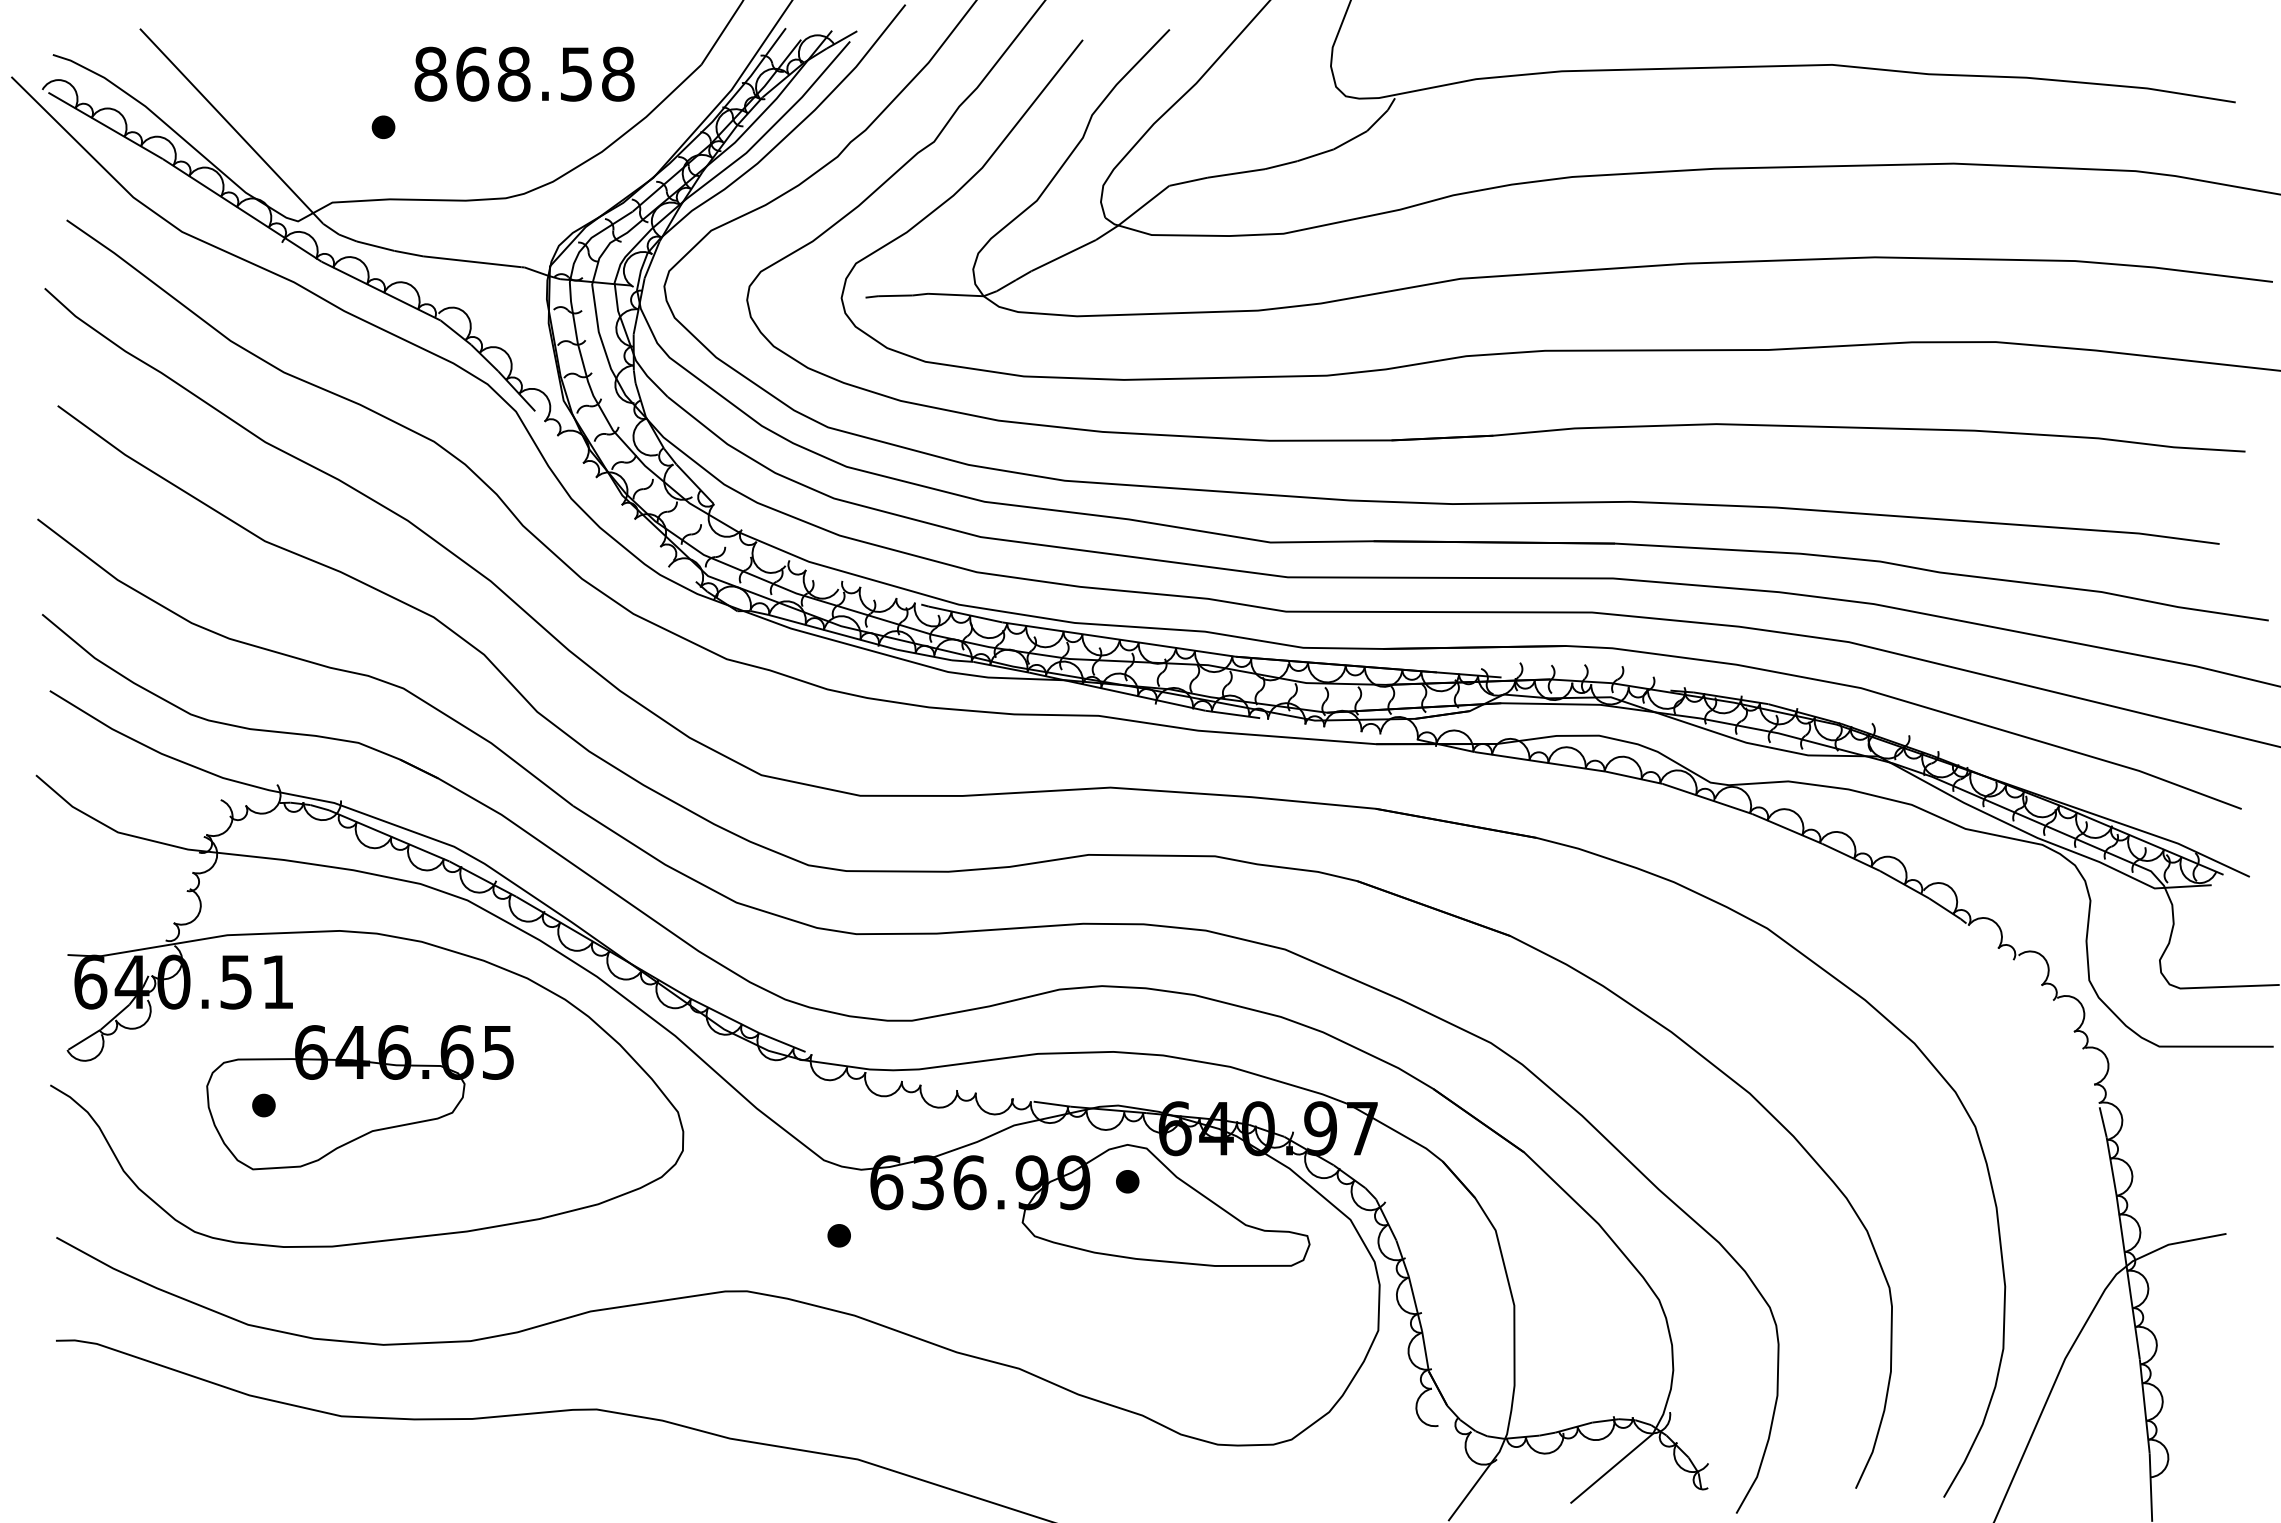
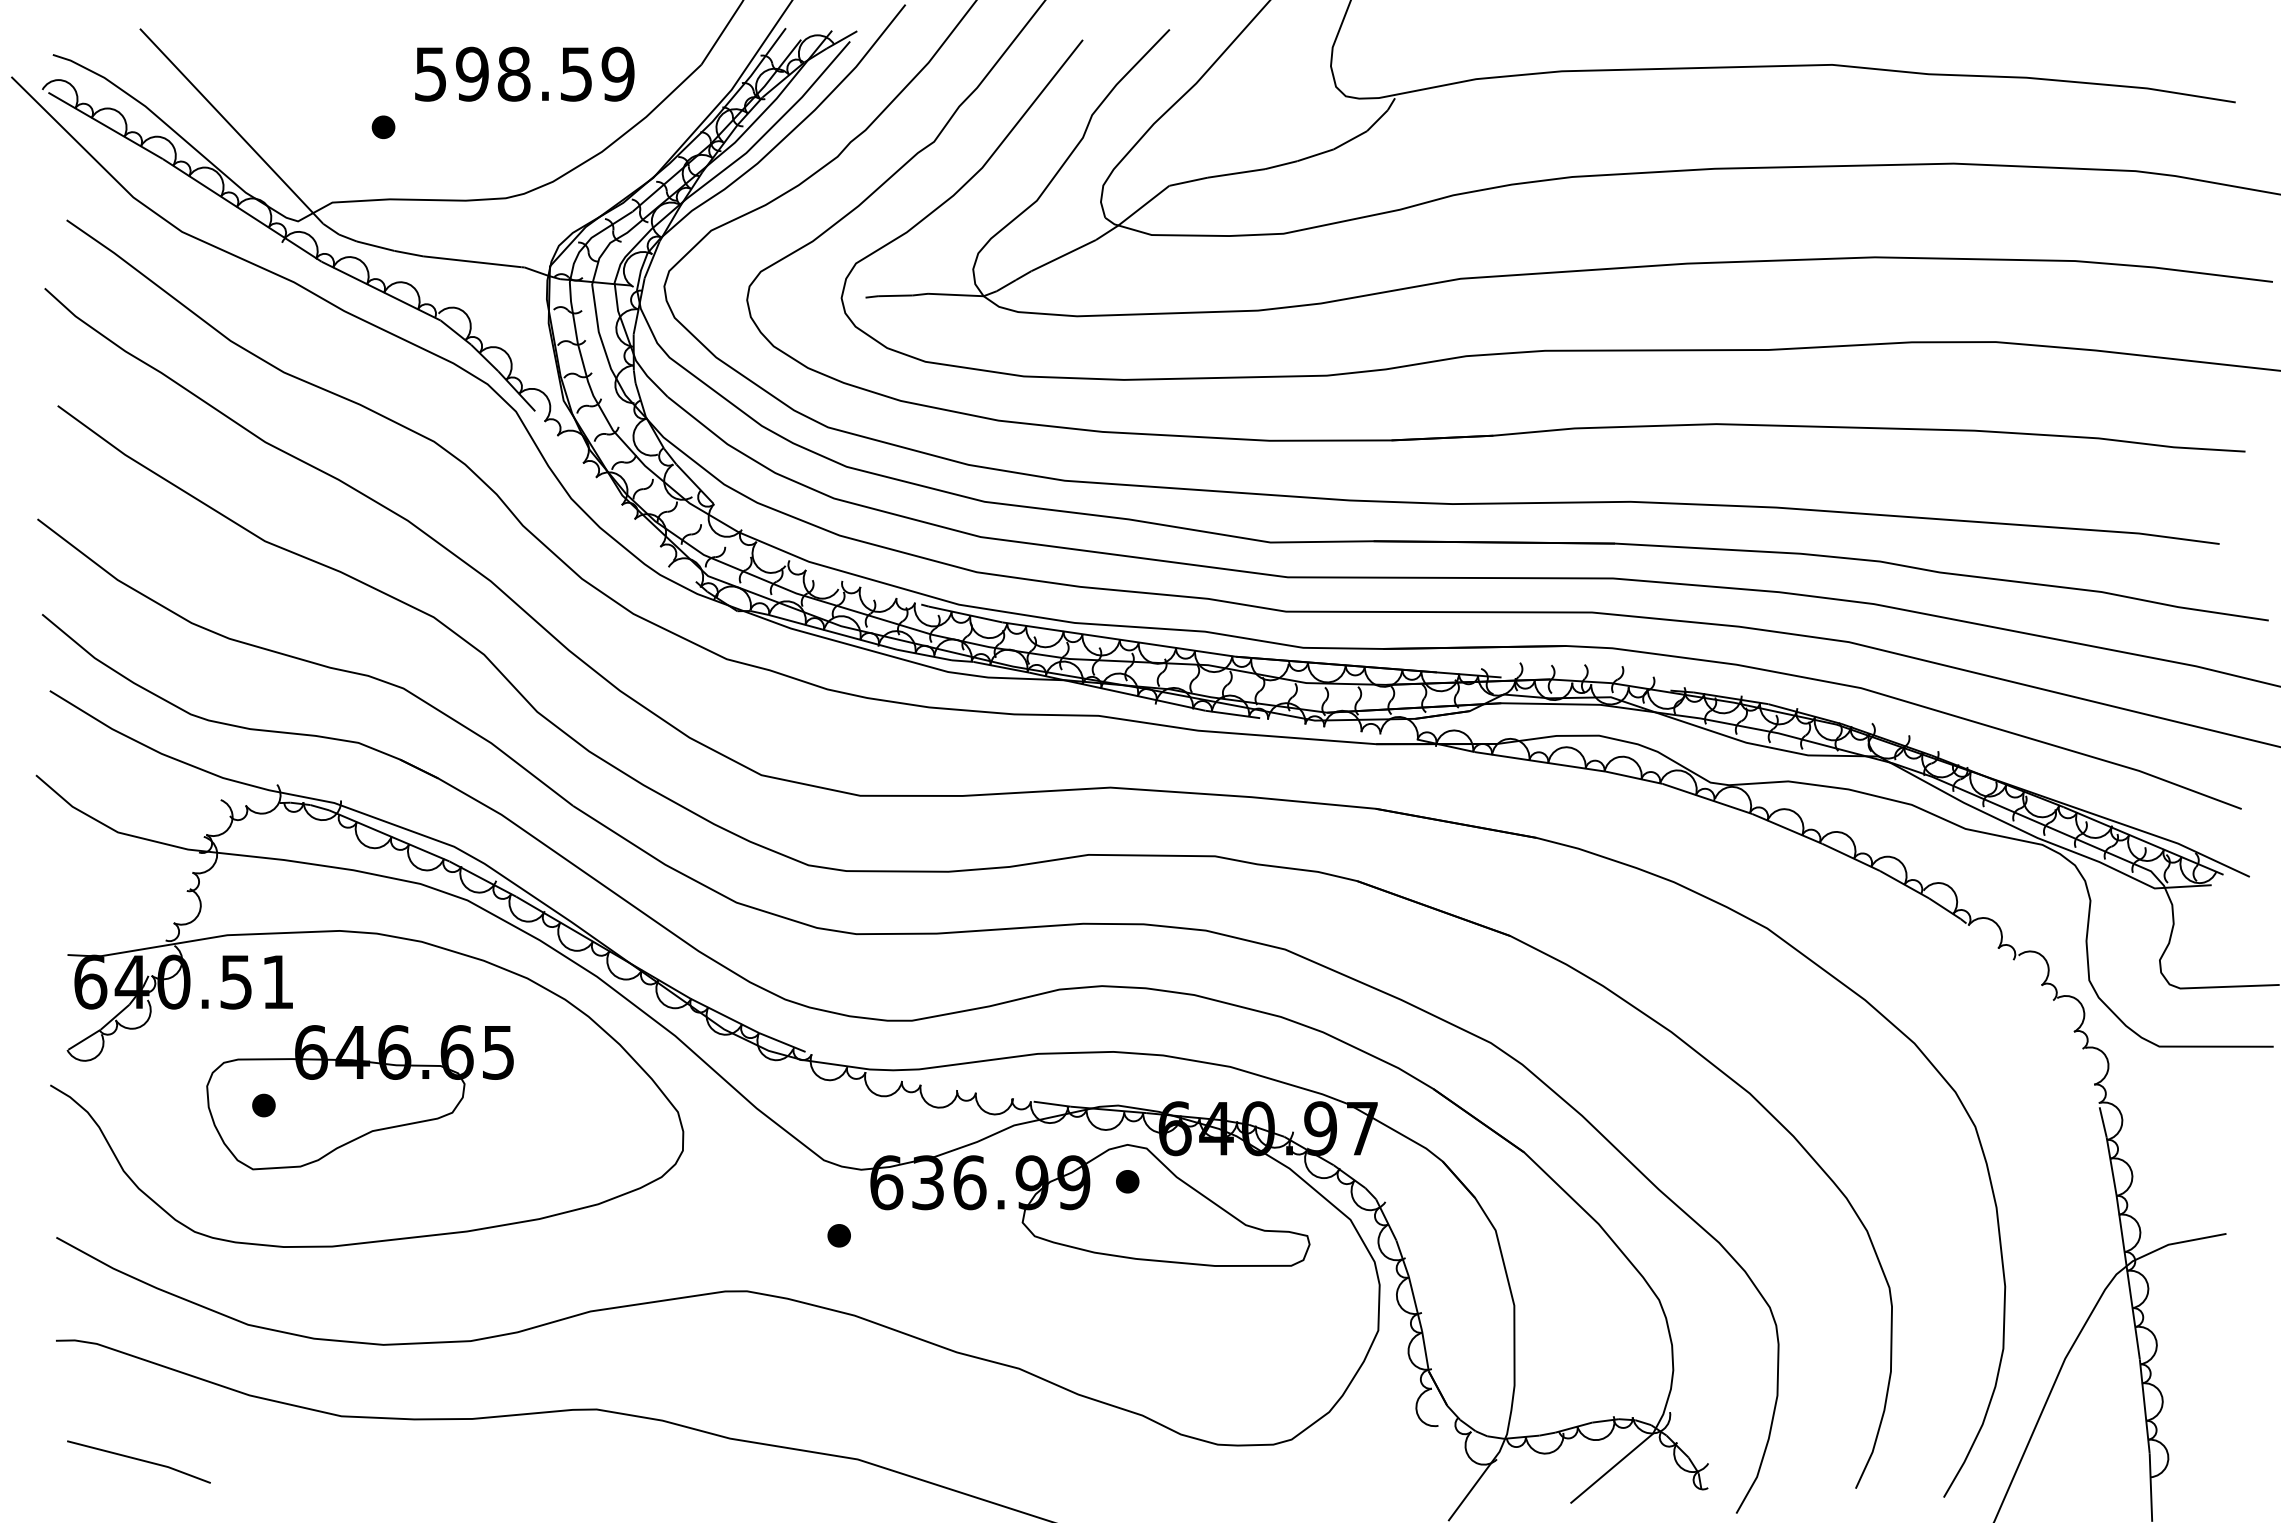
text at (524, 73): 868.58 -> 598.59
line at (138, 1460): none -> present
